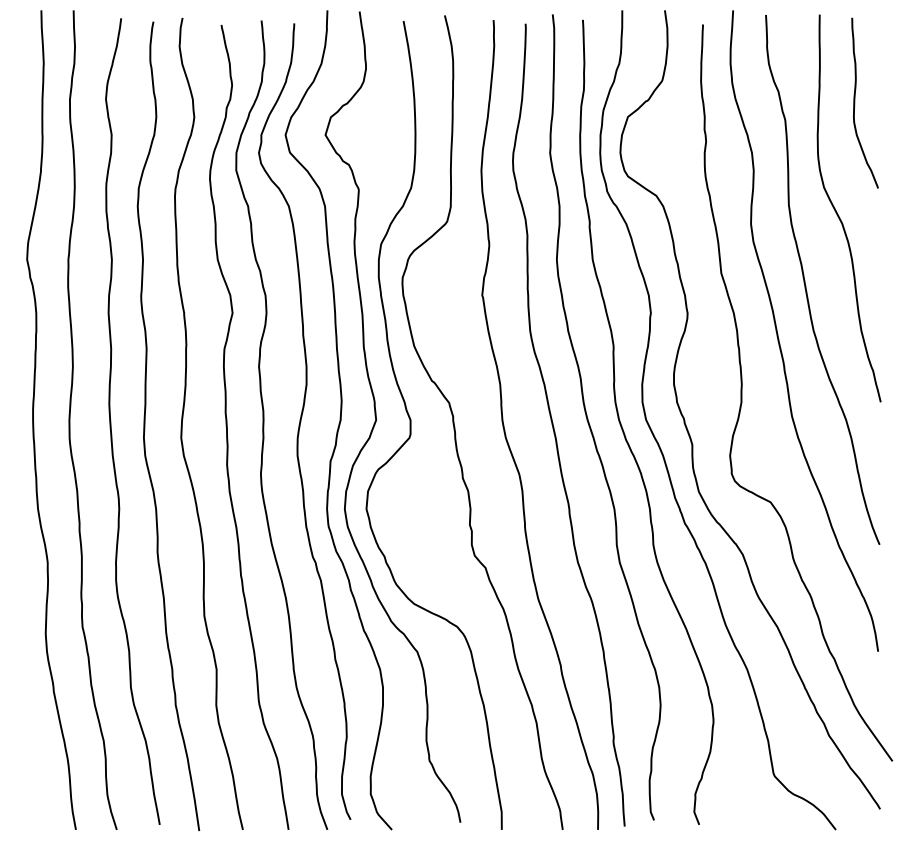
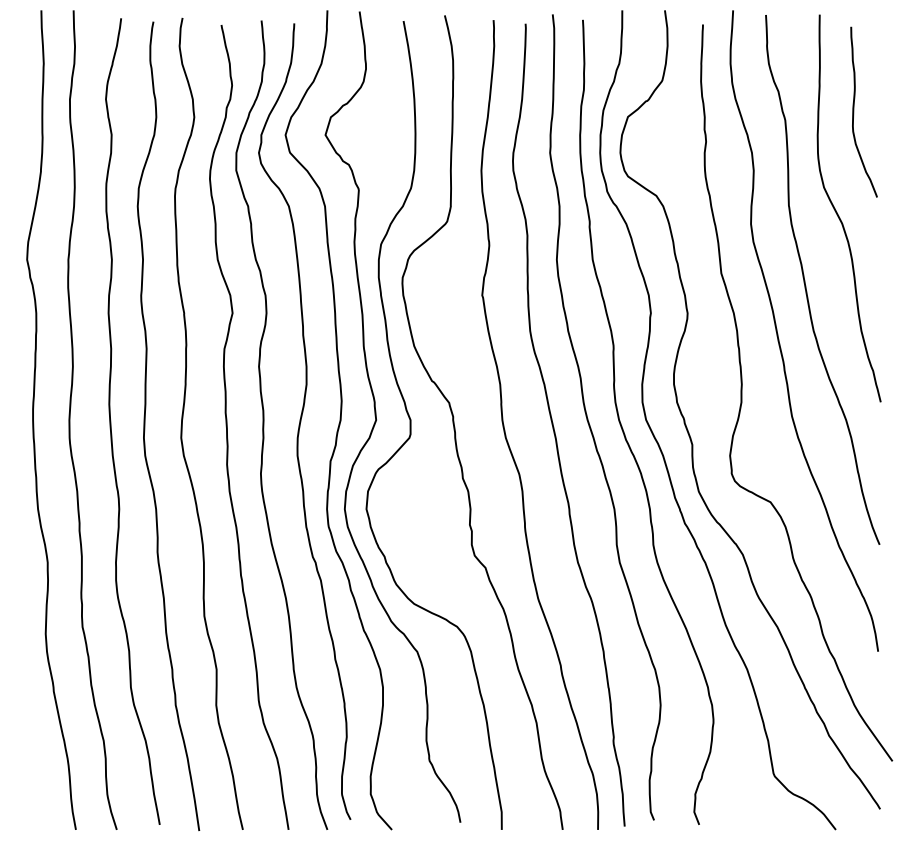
curve at (855, 102) position: (855, 102) -> (854, 111)
